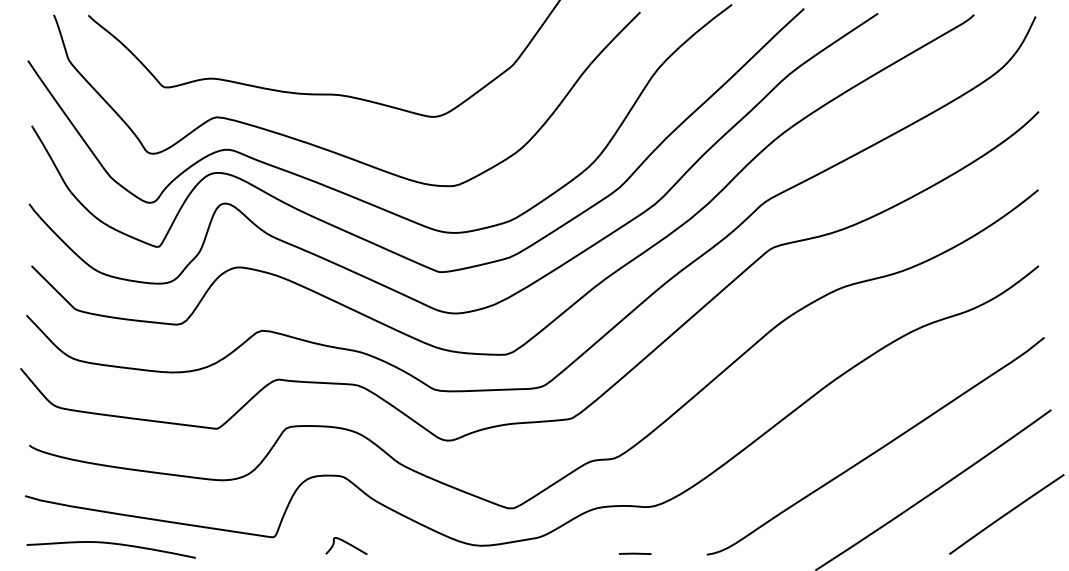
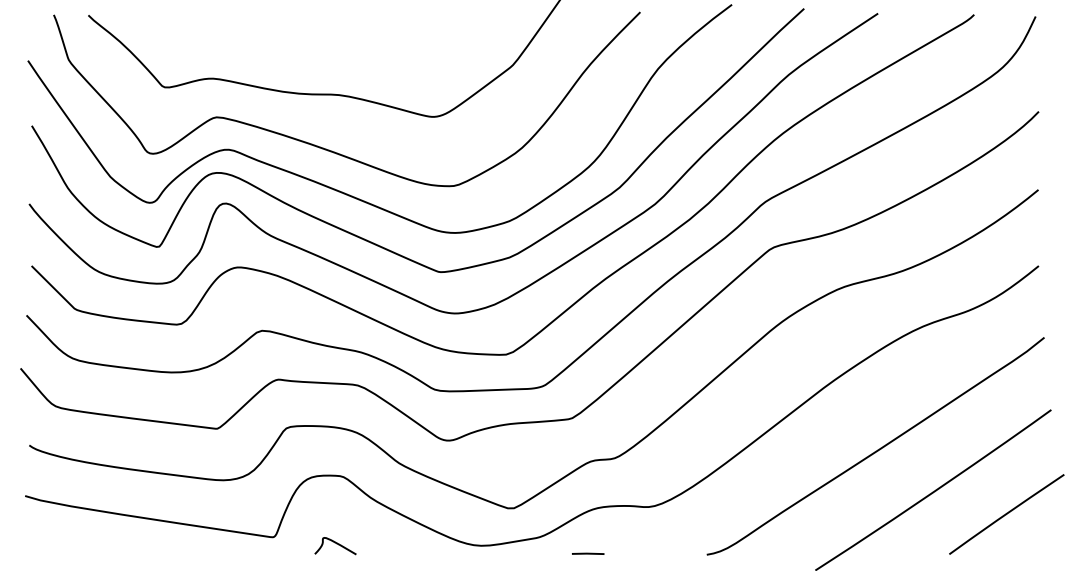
curve at (110, 544): present -> none
curve at (347, 544) position: (347, 544) -> (336, 544)
line at (635, 553) position: (635, 553) -> (588, 553)
